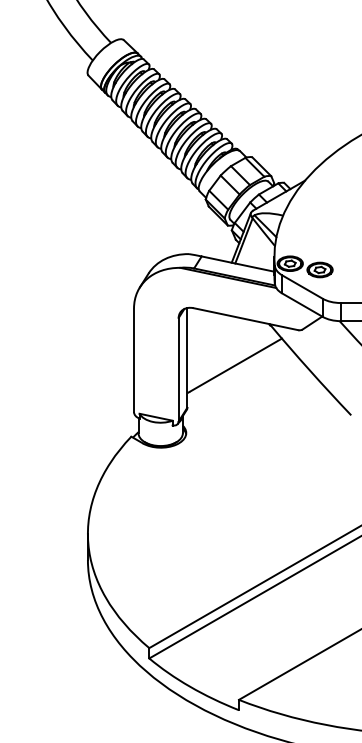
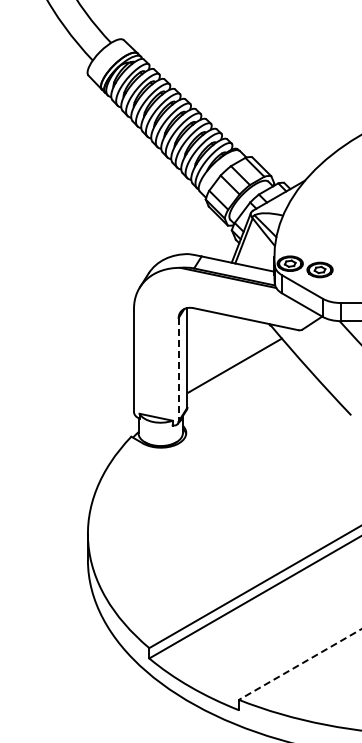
line at (178, 369): solid -> dashed
line at (300, 664): solid -> dashed
